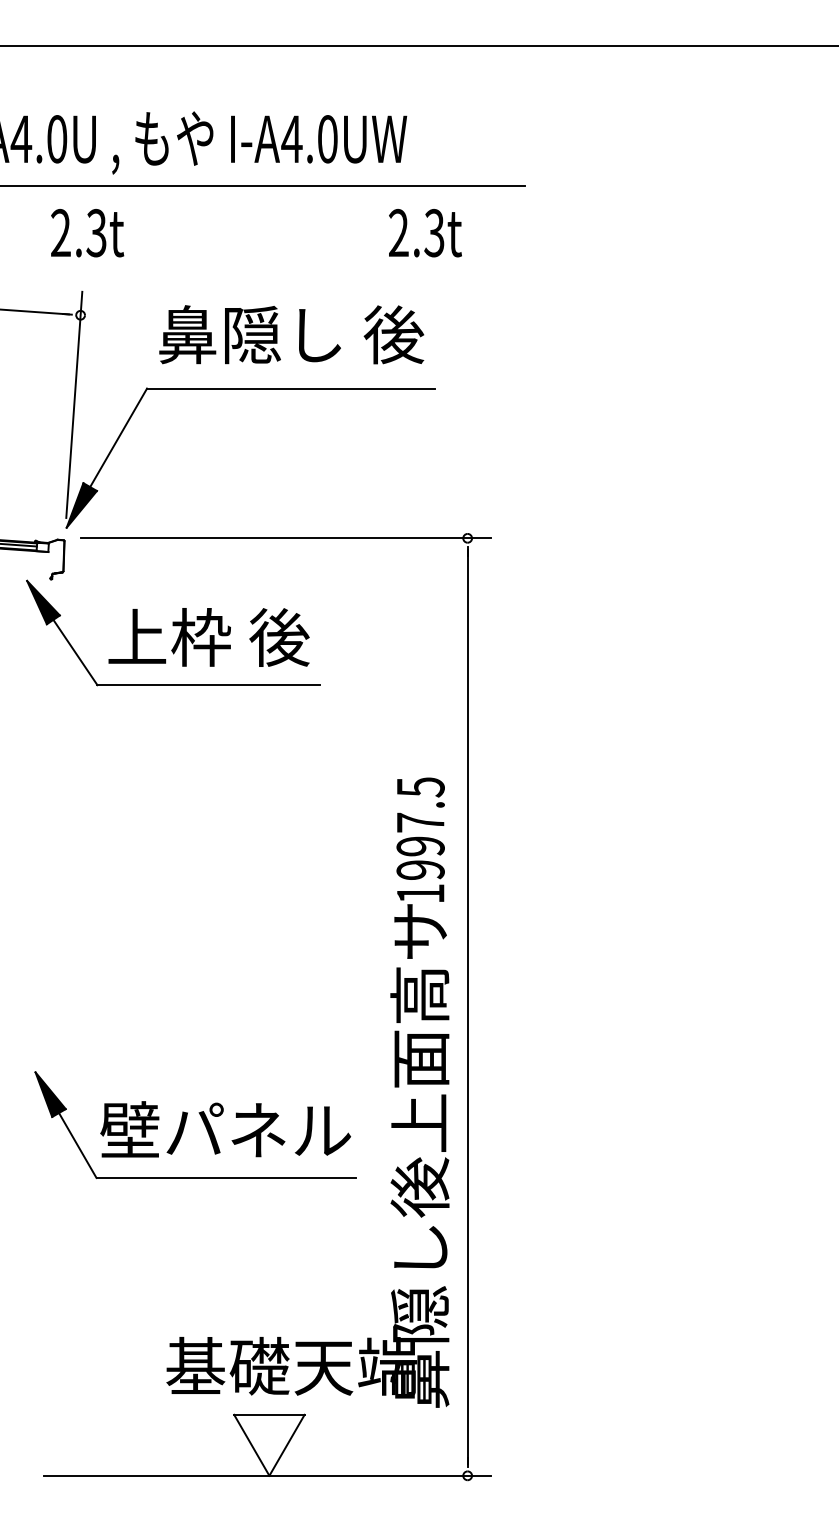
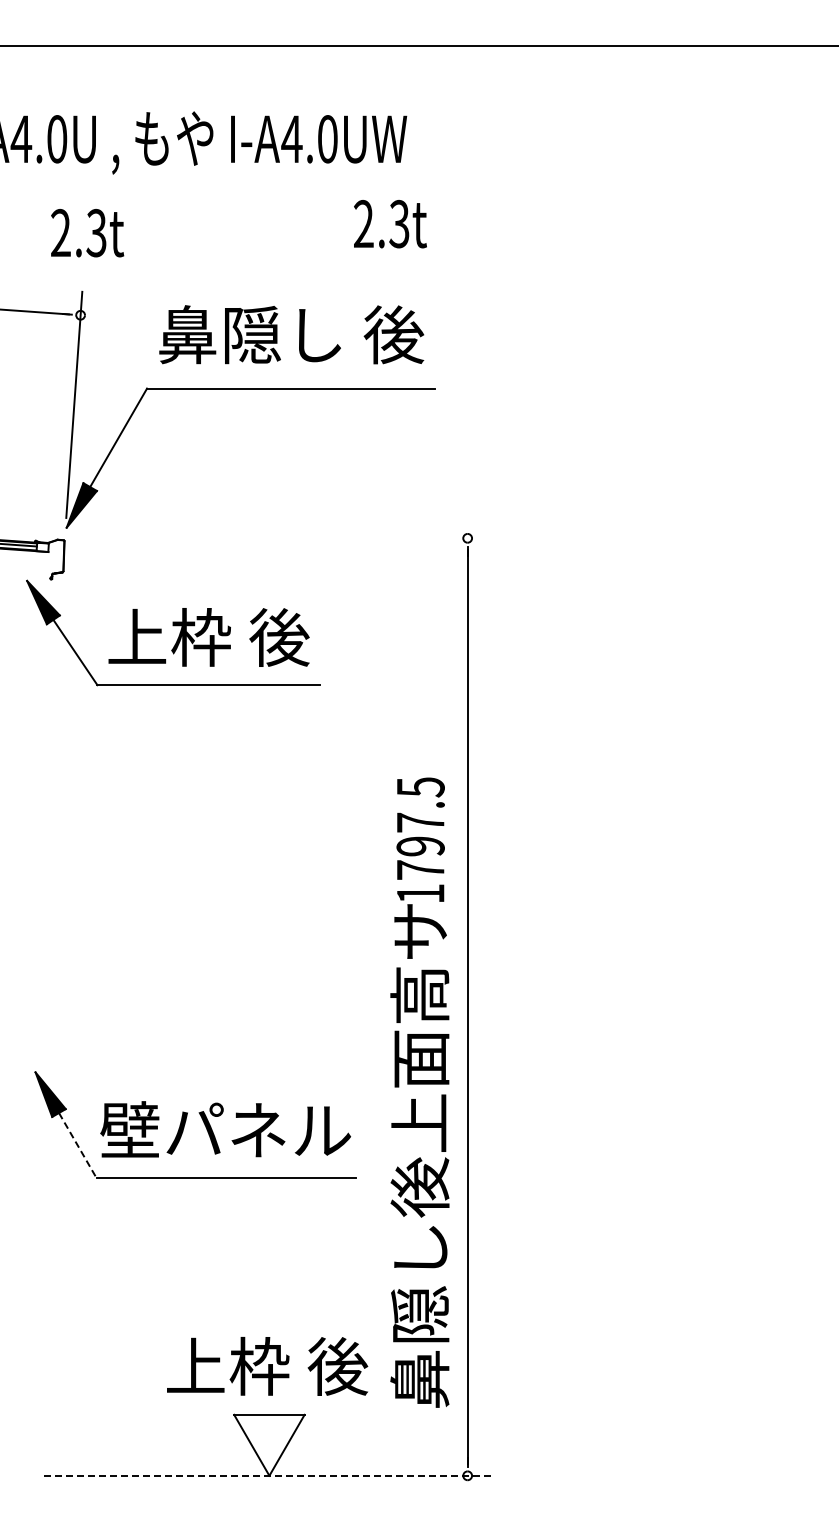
line at (263, 186): present -> none
text at (425, 233) position: (425, 233) -> (390, 224)
line at (286, 538): present -> none
text at (420, 869): 1997.5 -> 1797.5
line at (77, 1145): solid -> dashed
text at (291, 1365): 基礎天端 -> 上枠 後
line at (267, 1475): solid -> dashed
